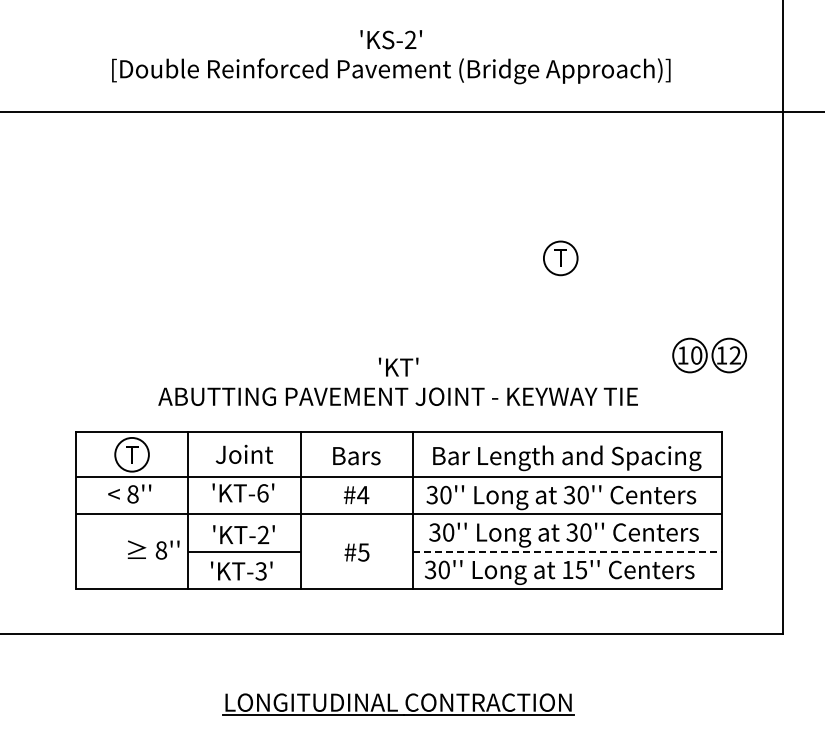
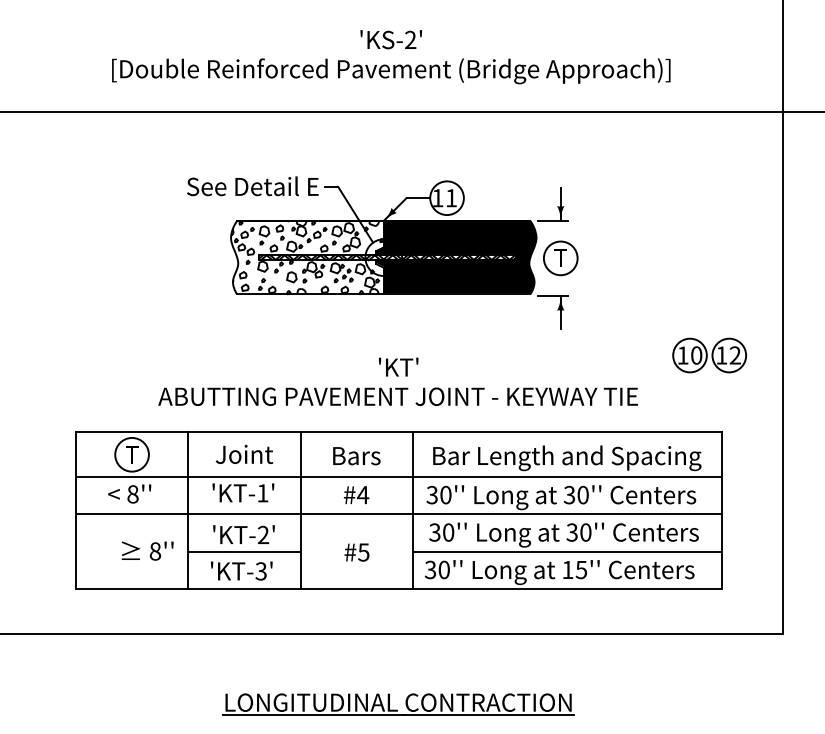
part at (377, 252): none -> present
text at (262, 493): 'KT-6' -> 'KT-1'
text at (153, 549) position: (153, 549) -> (147, 550)
line at (567, 551): dashed -> solid
